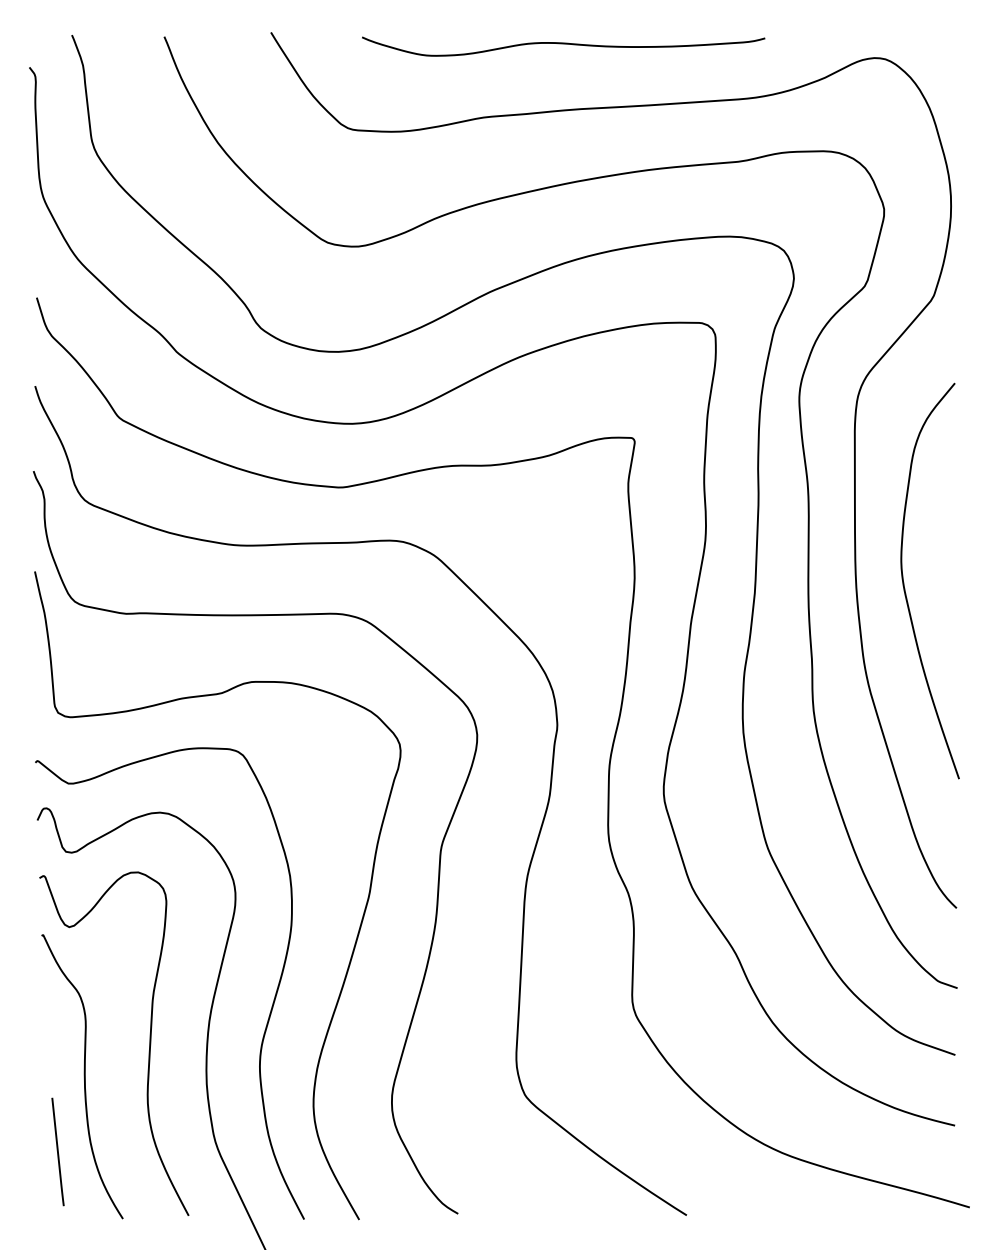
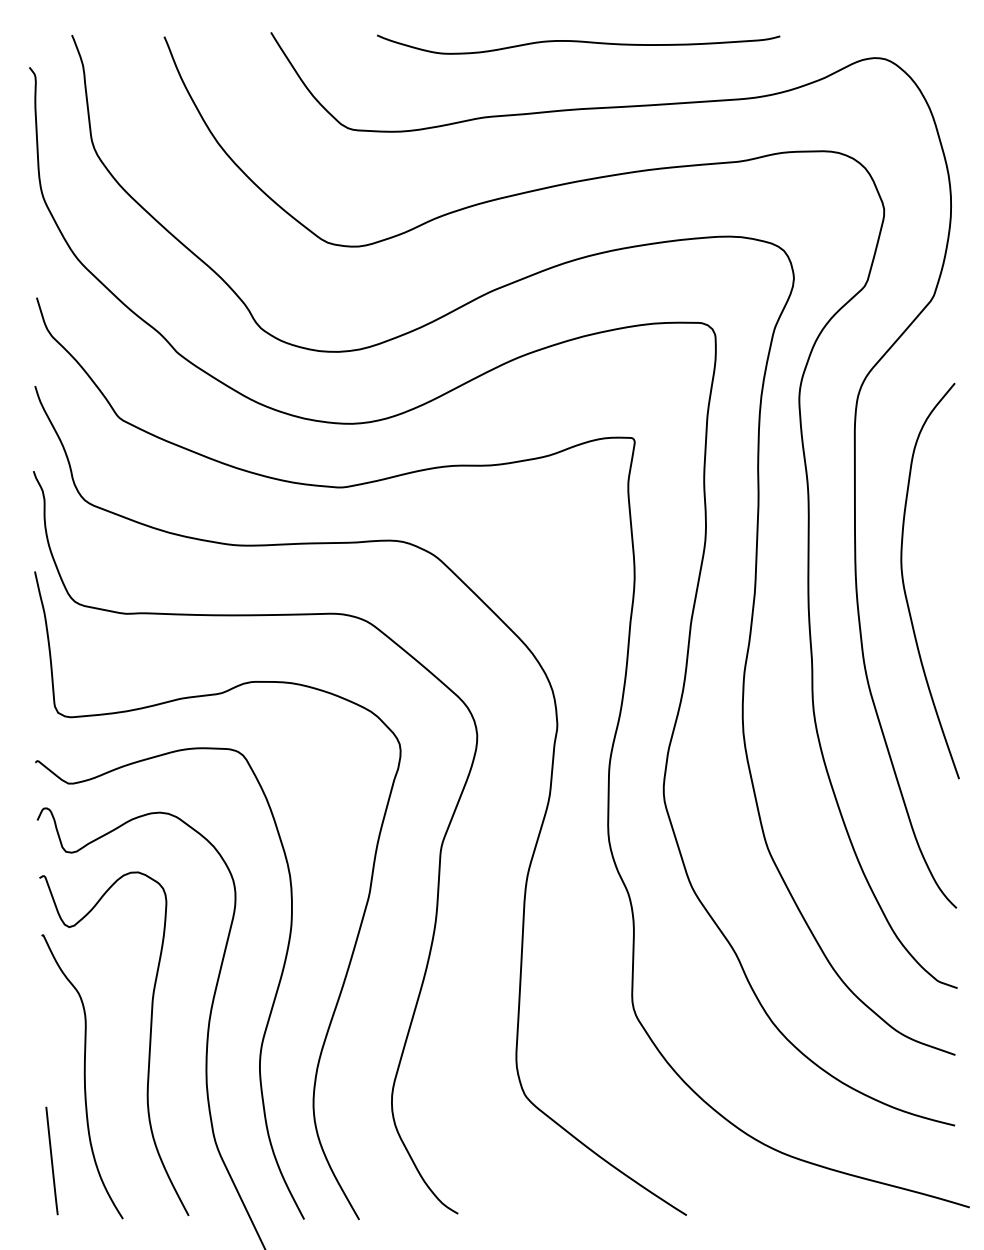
curve at (563, 44) position: (563, 44) -> (578, 42)
line at (57, 1151) position: (57, 1151) -> (51, 1160)
